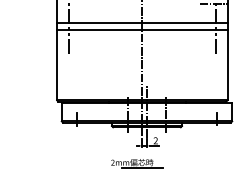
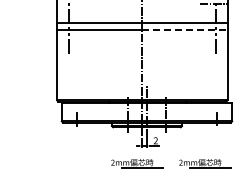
line at (184, 30): solid -> dashed
part at (205, 163): none -> present
